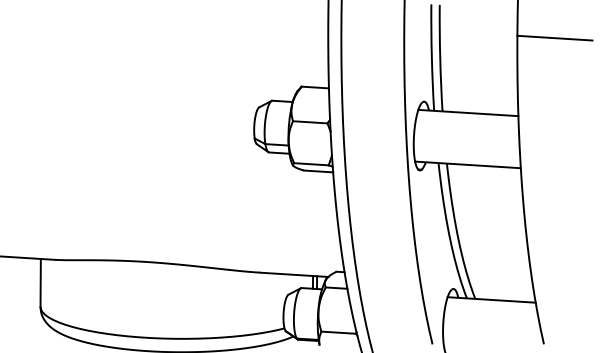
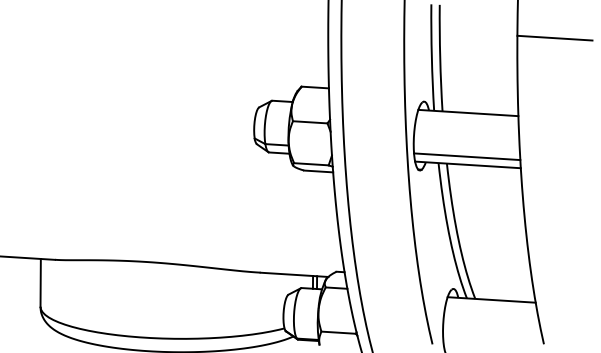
line at (467, 156): none -> present
